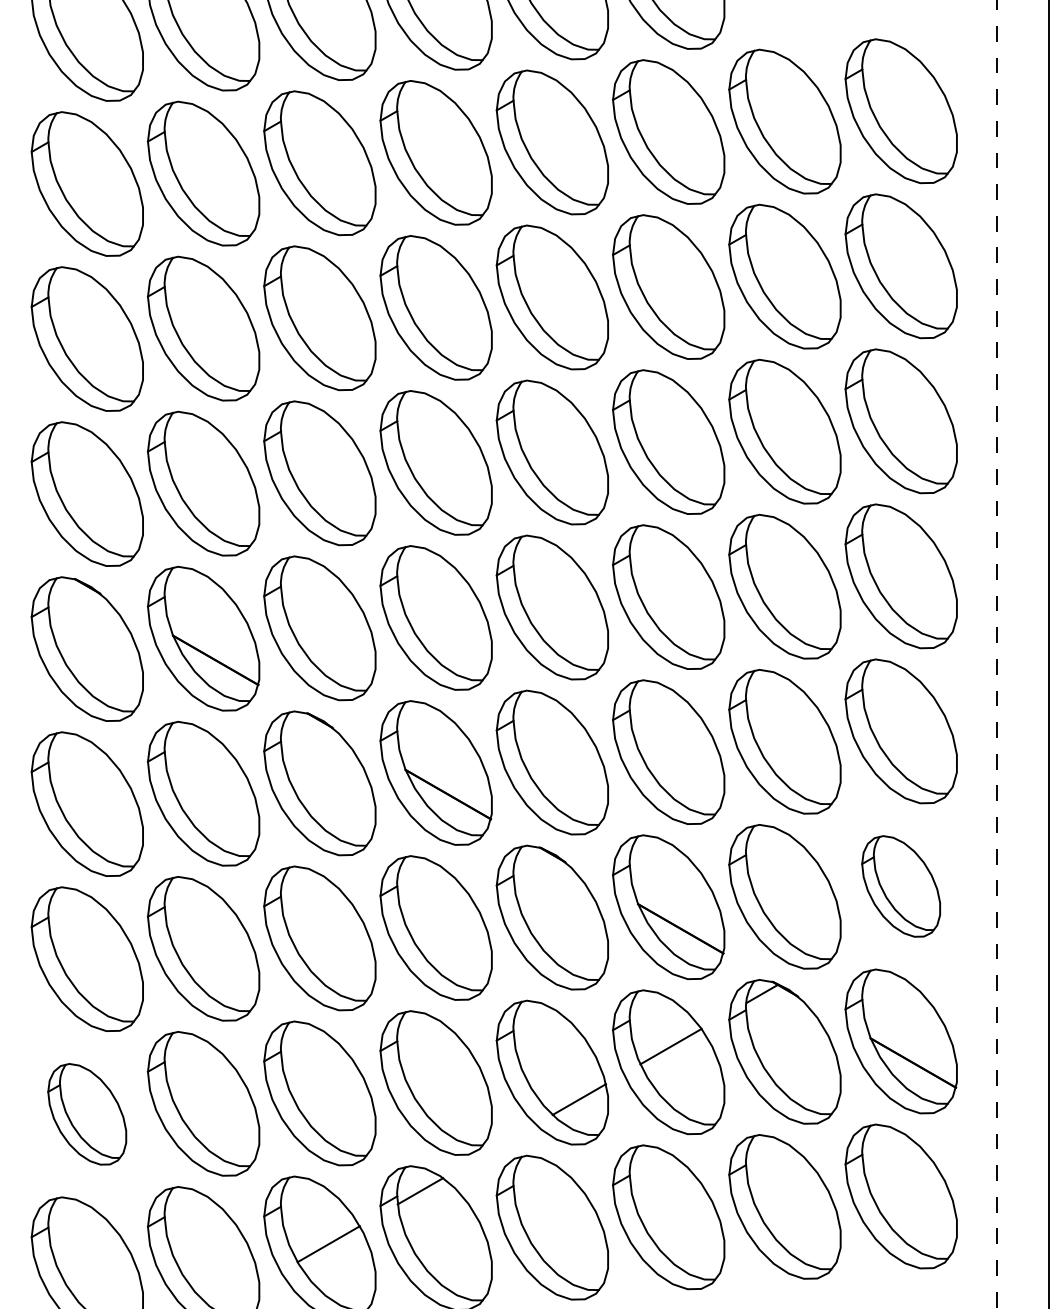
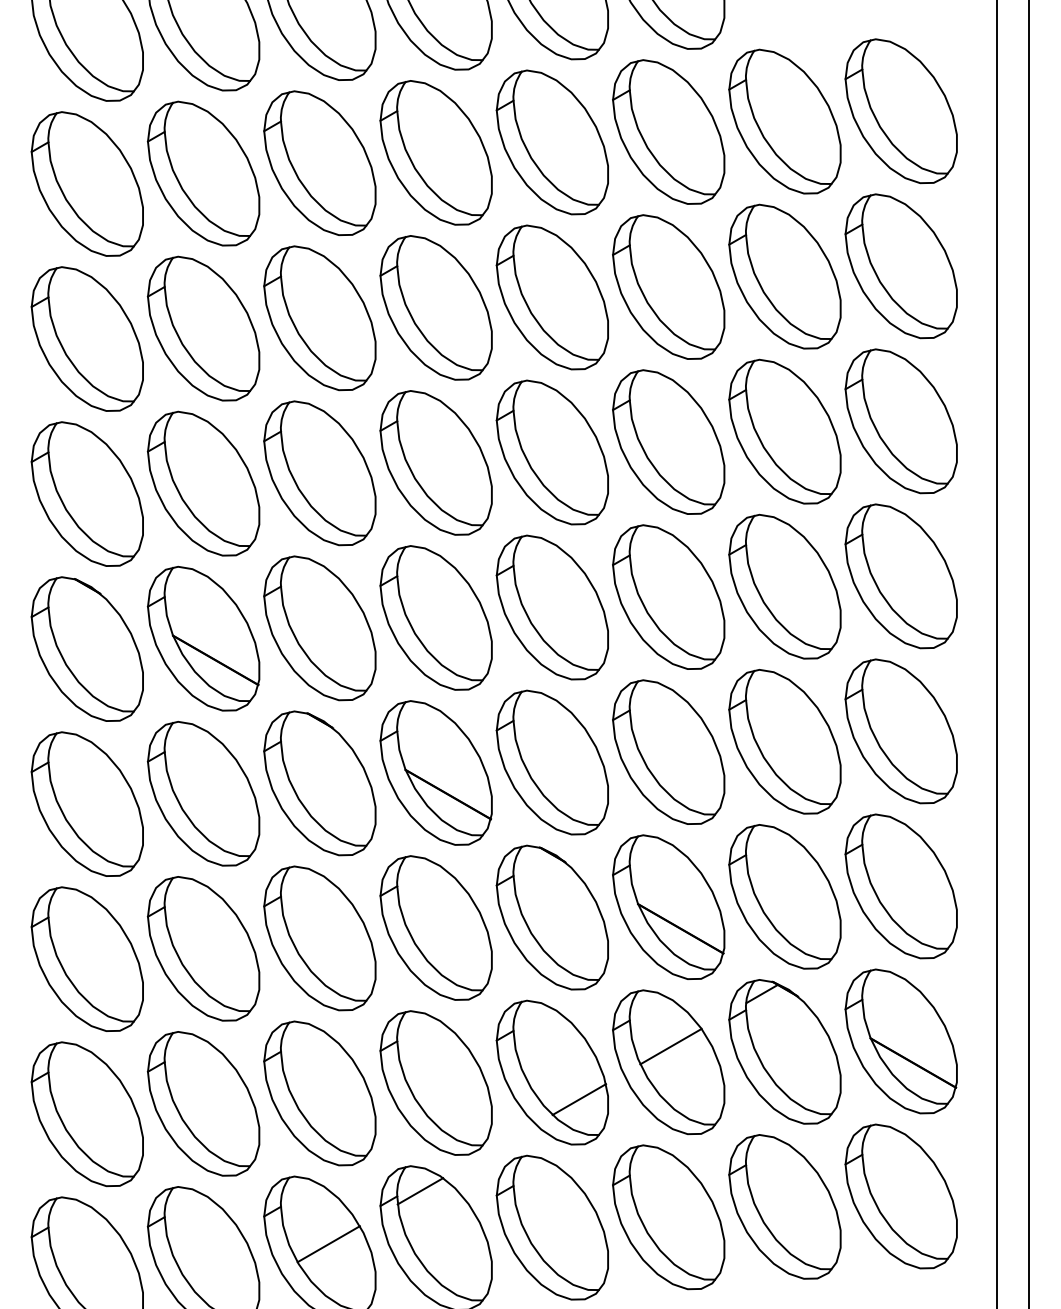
line at (1049, 653) position: (1049, 653) -> (1029, 653)
line at (997, 655): dashed -> solid
part at (900, 886) size: 80x103 px -> 114x147 px
part at (87, 1114) size: 81x103 px -> 114x147 px
